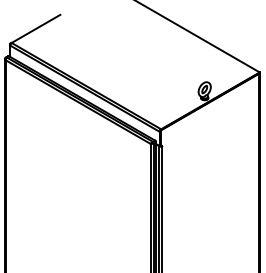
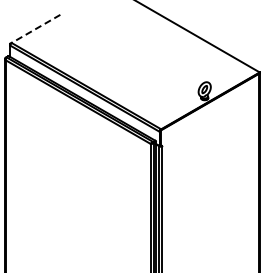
line at (35, 29): solid -> dashed
